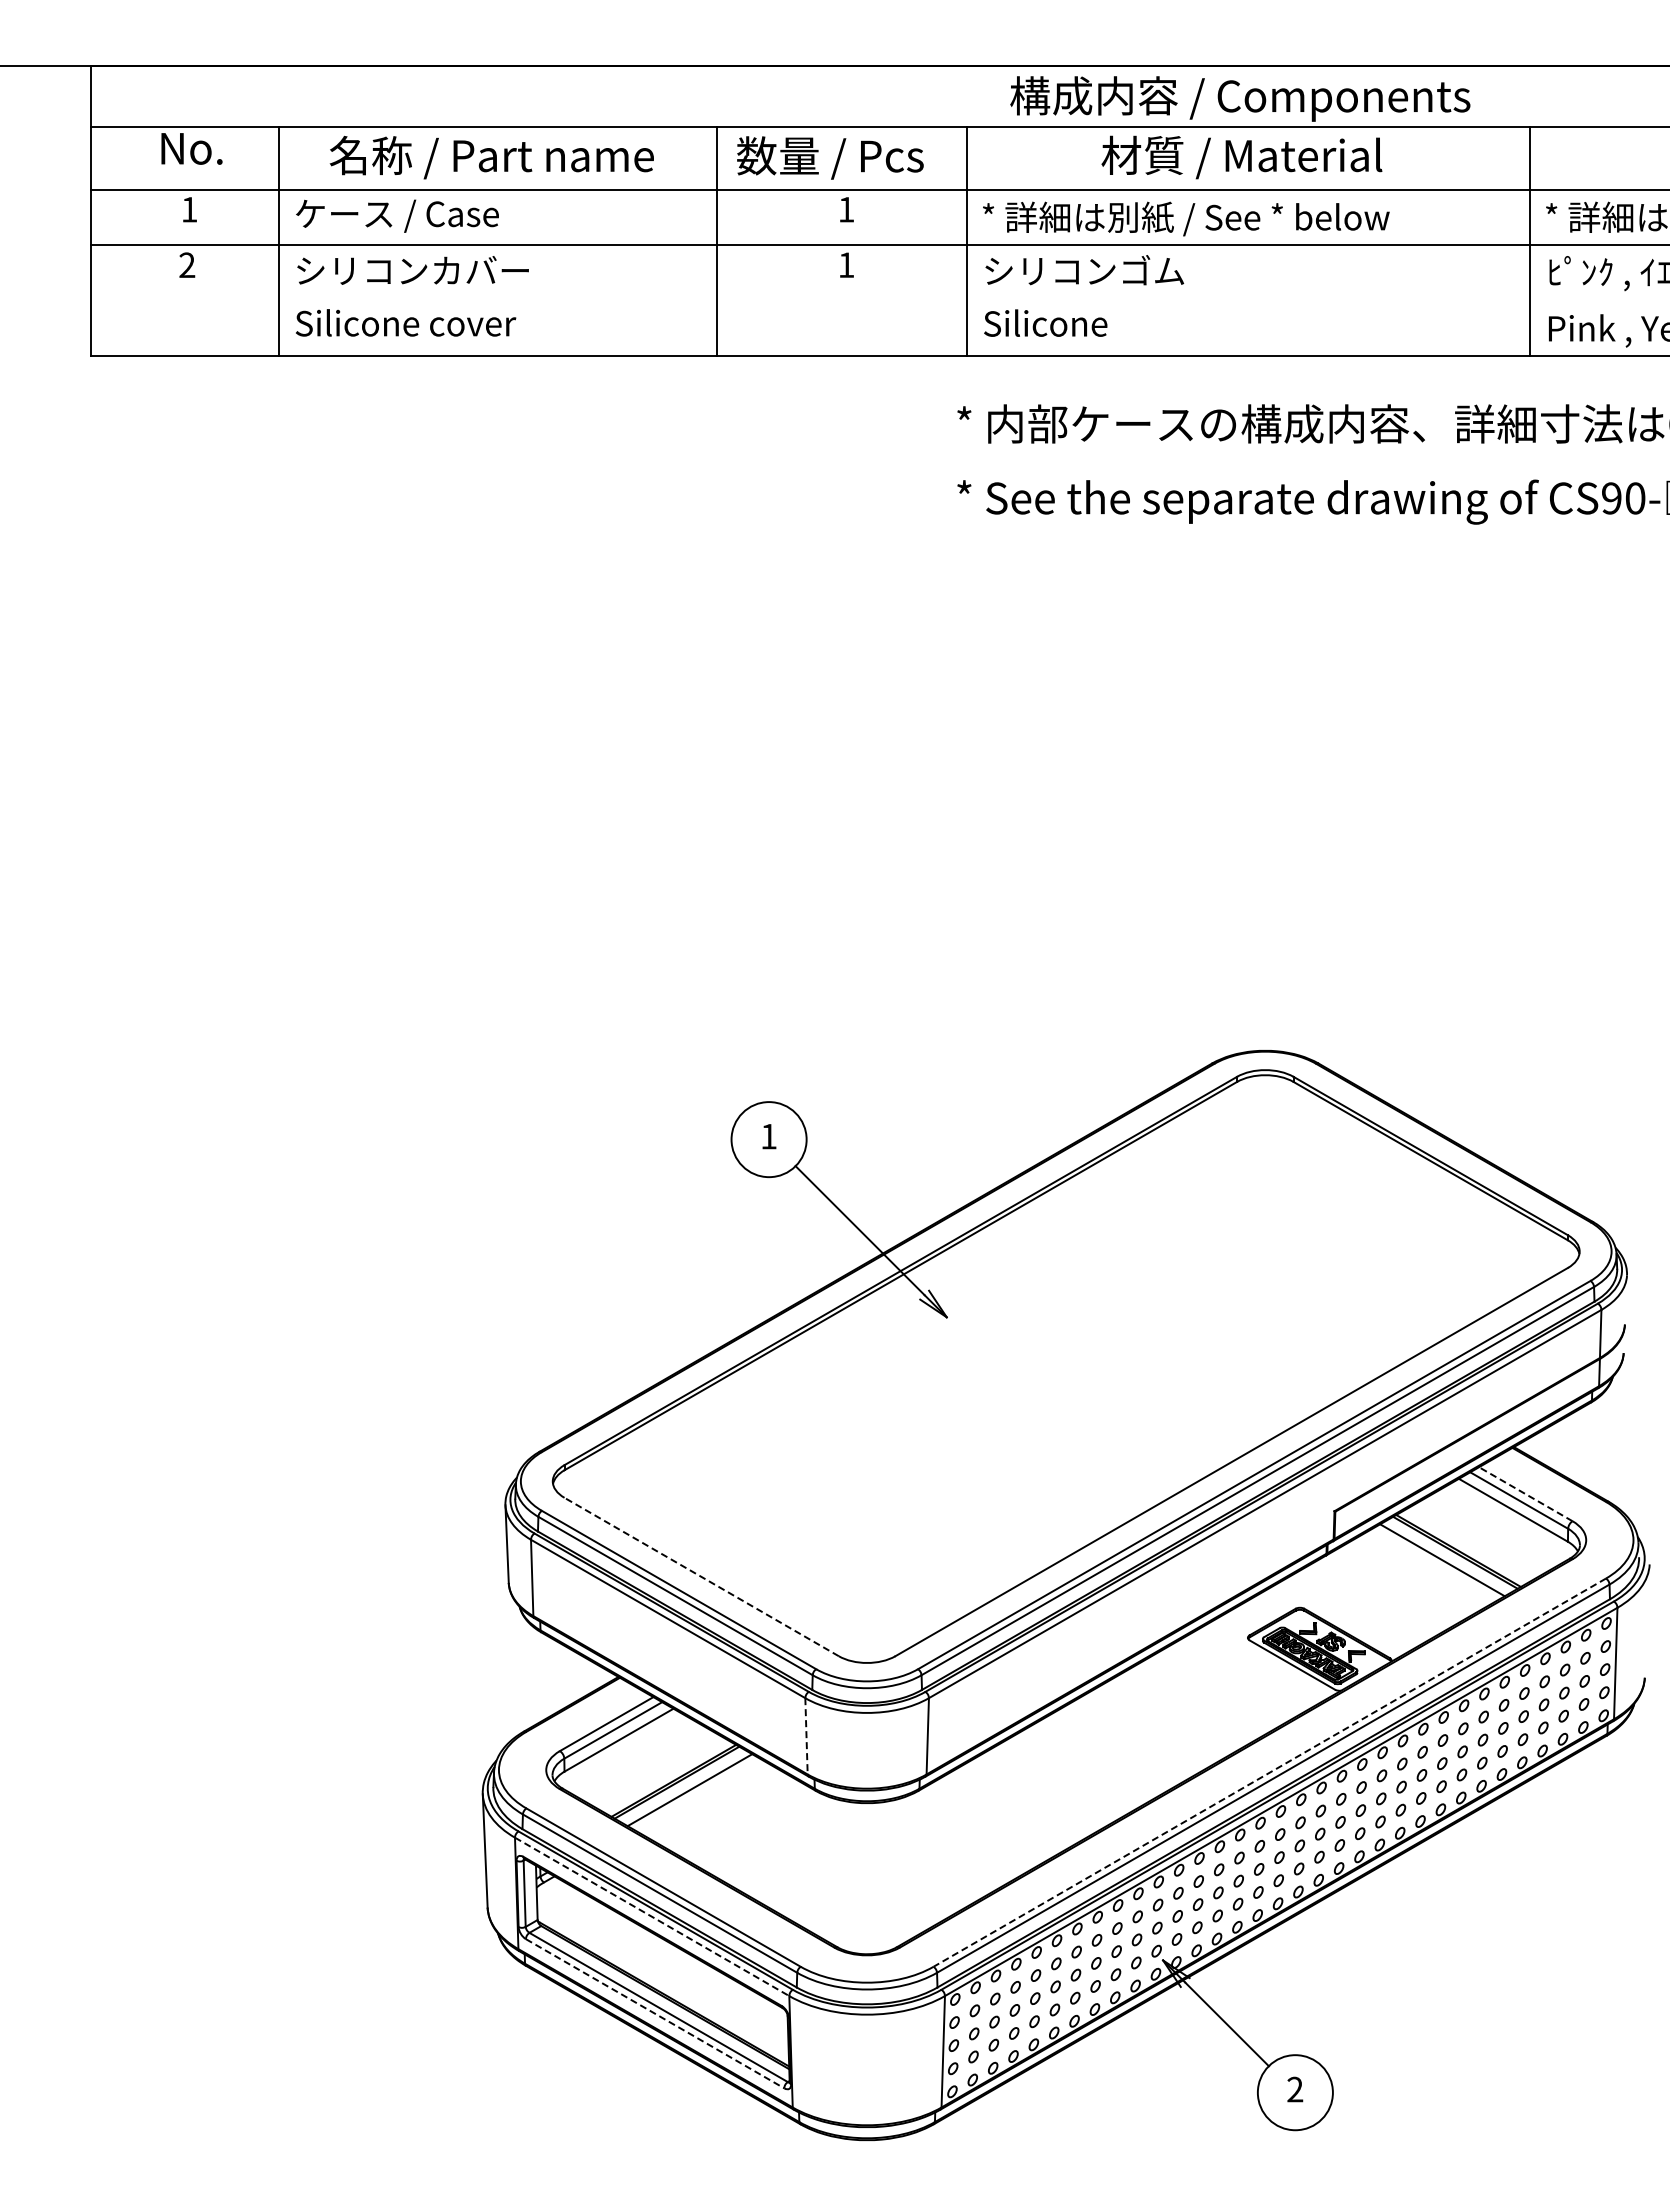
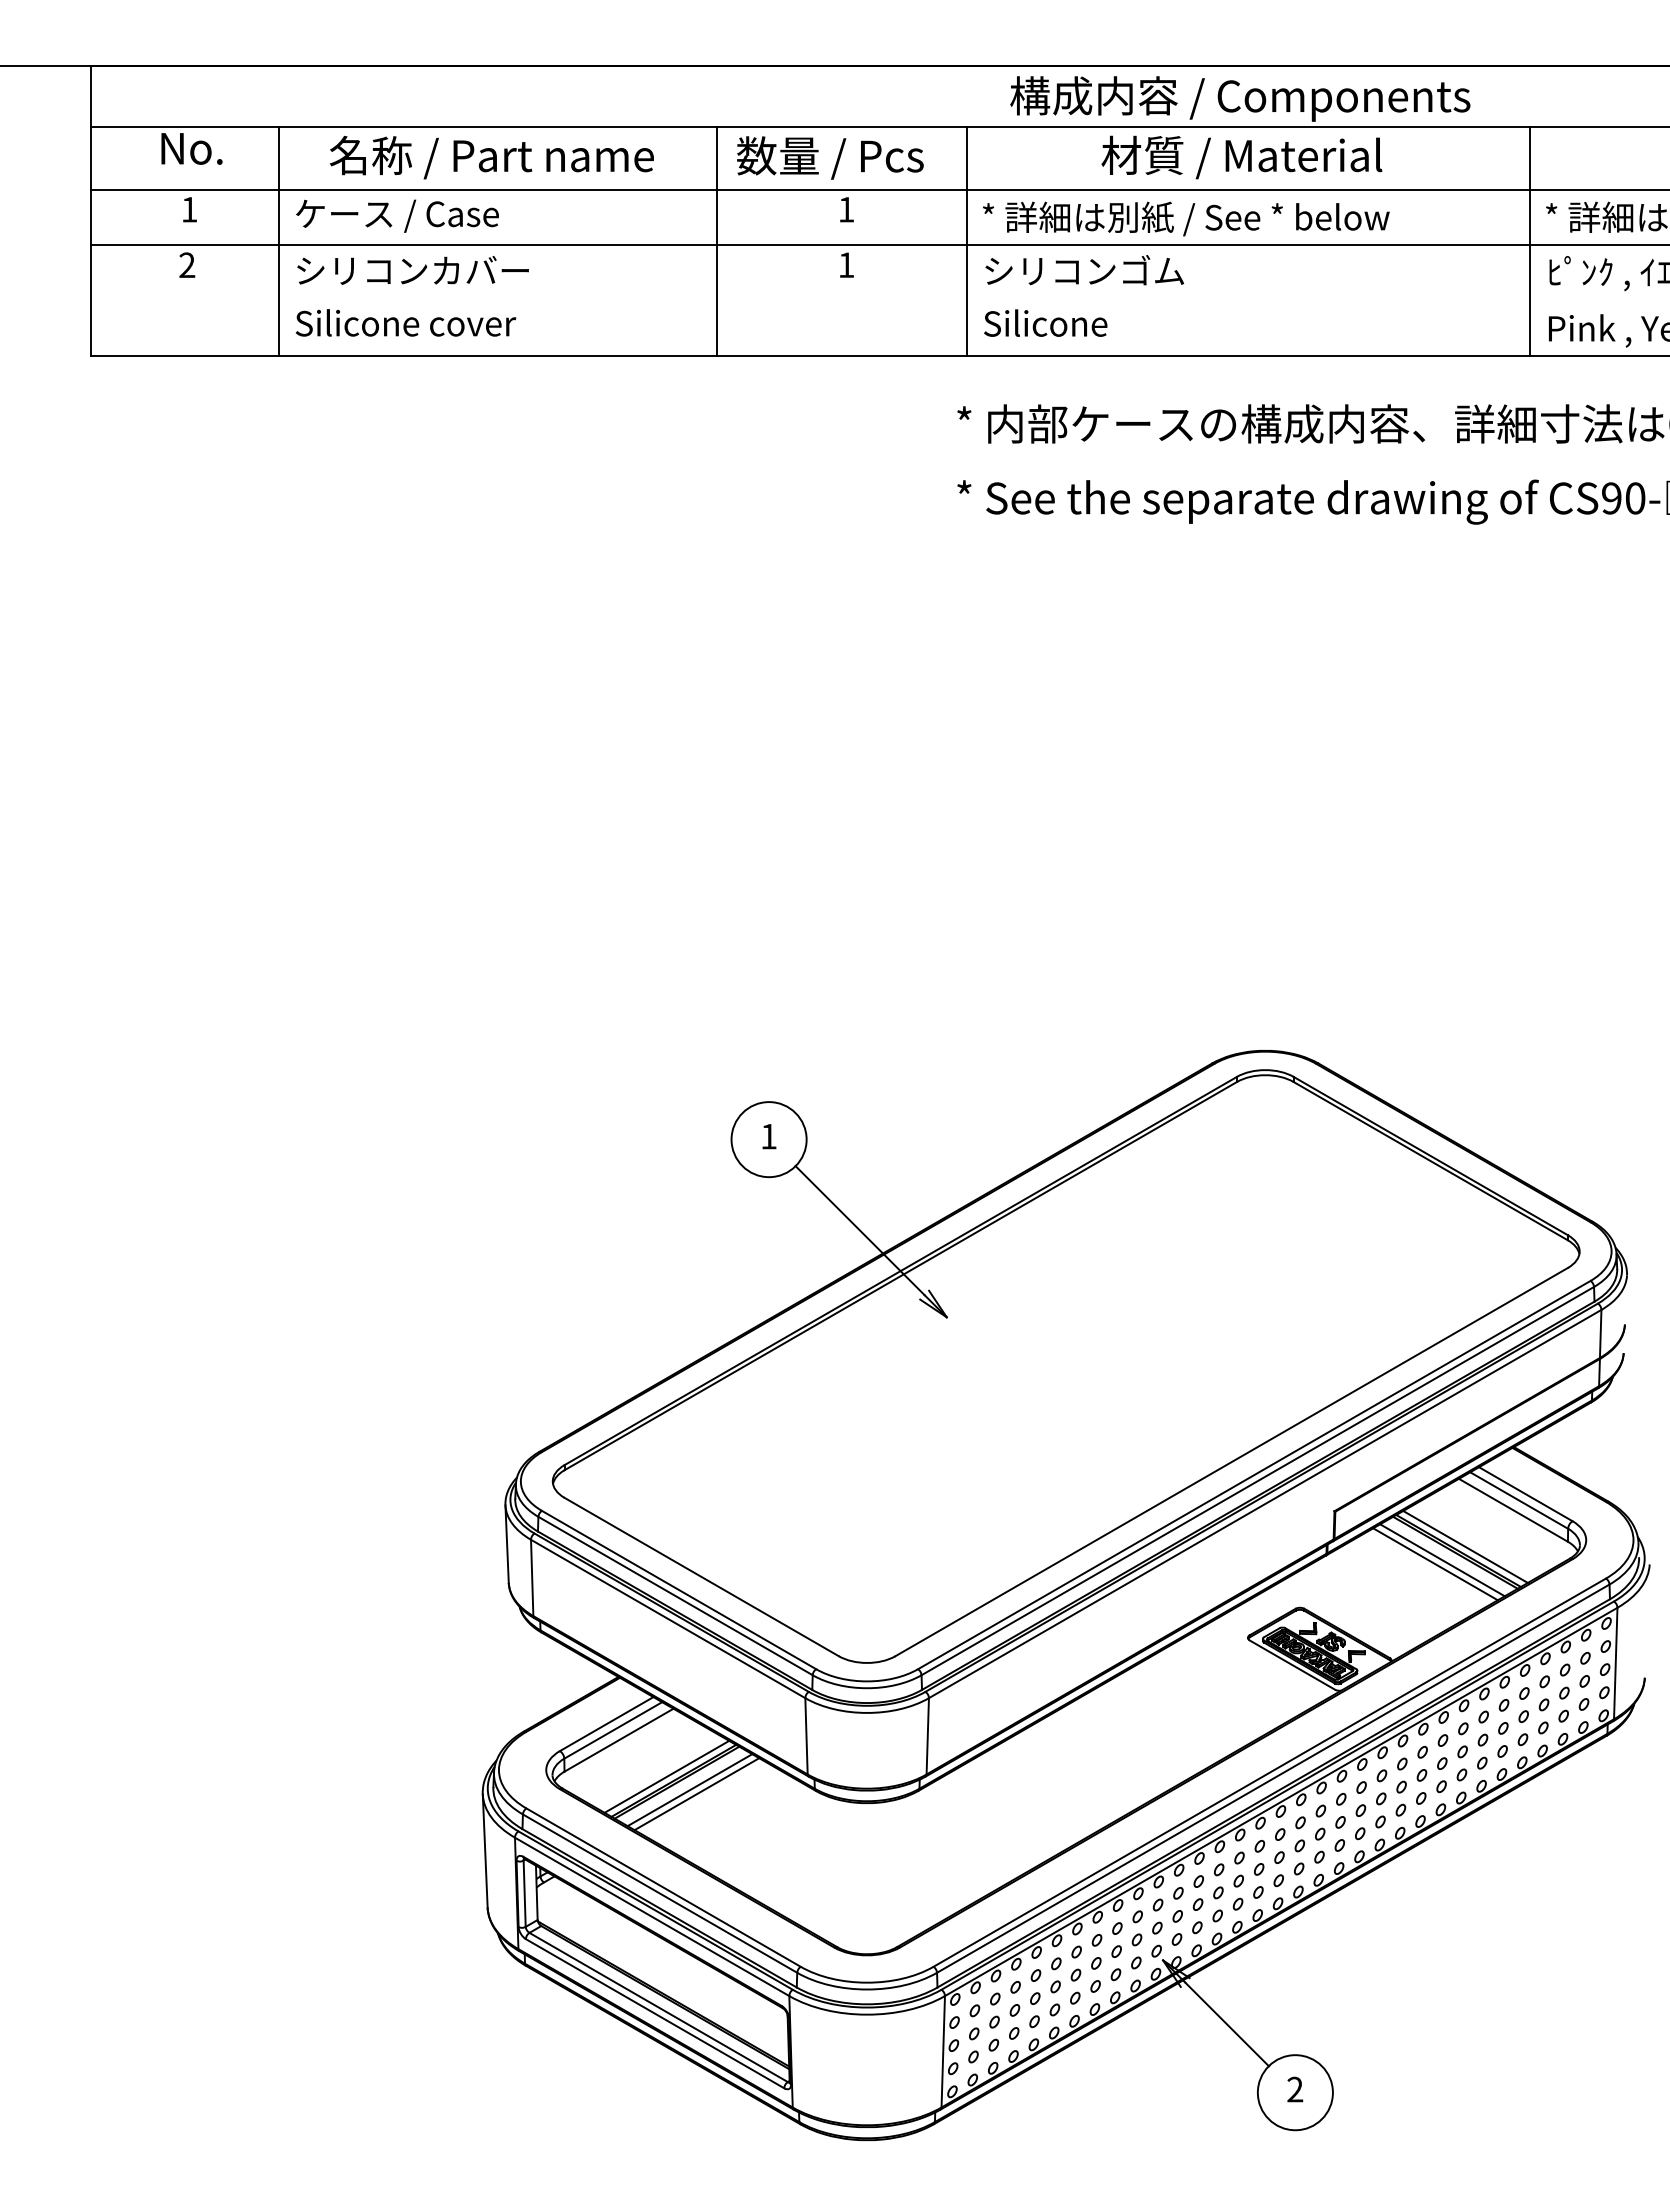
line at (1525, 1493): dashed -> solid
line at (1465, 1546): none -> present
line at (1435, 1564): none -> present
line at (701, 1576): dashed -> solid
line at (806, 1736): dashed -> solid
line at (1269, 1772): dashed -> solid
line at (666, 1776): none -> present
line at (696, 1794): none -> present
line at (652, 1917): dashed -> solid
line at (655, 2014): dashed -> solid
